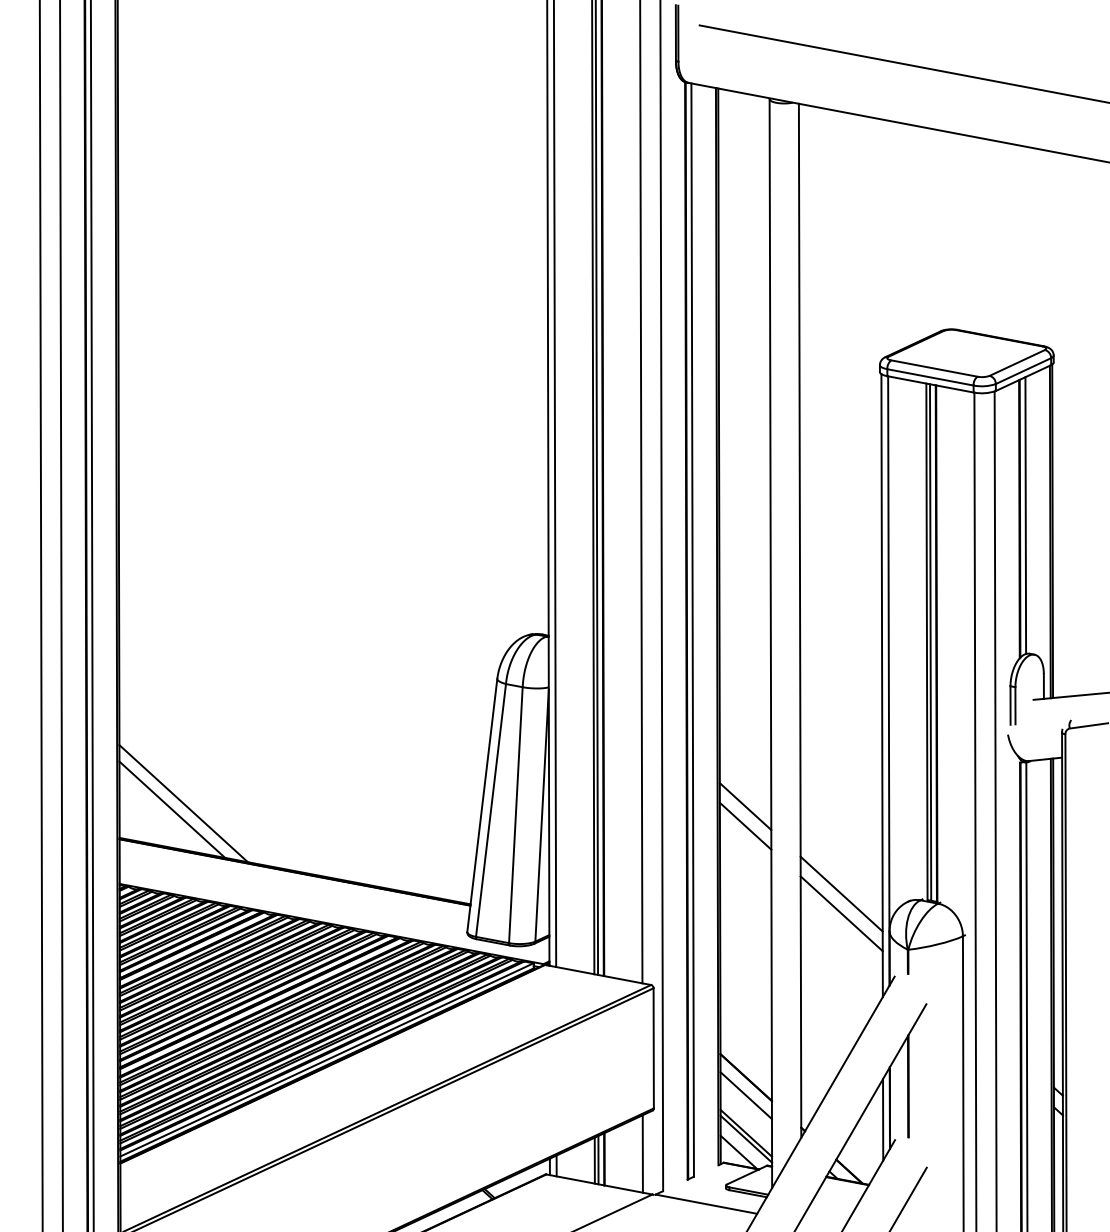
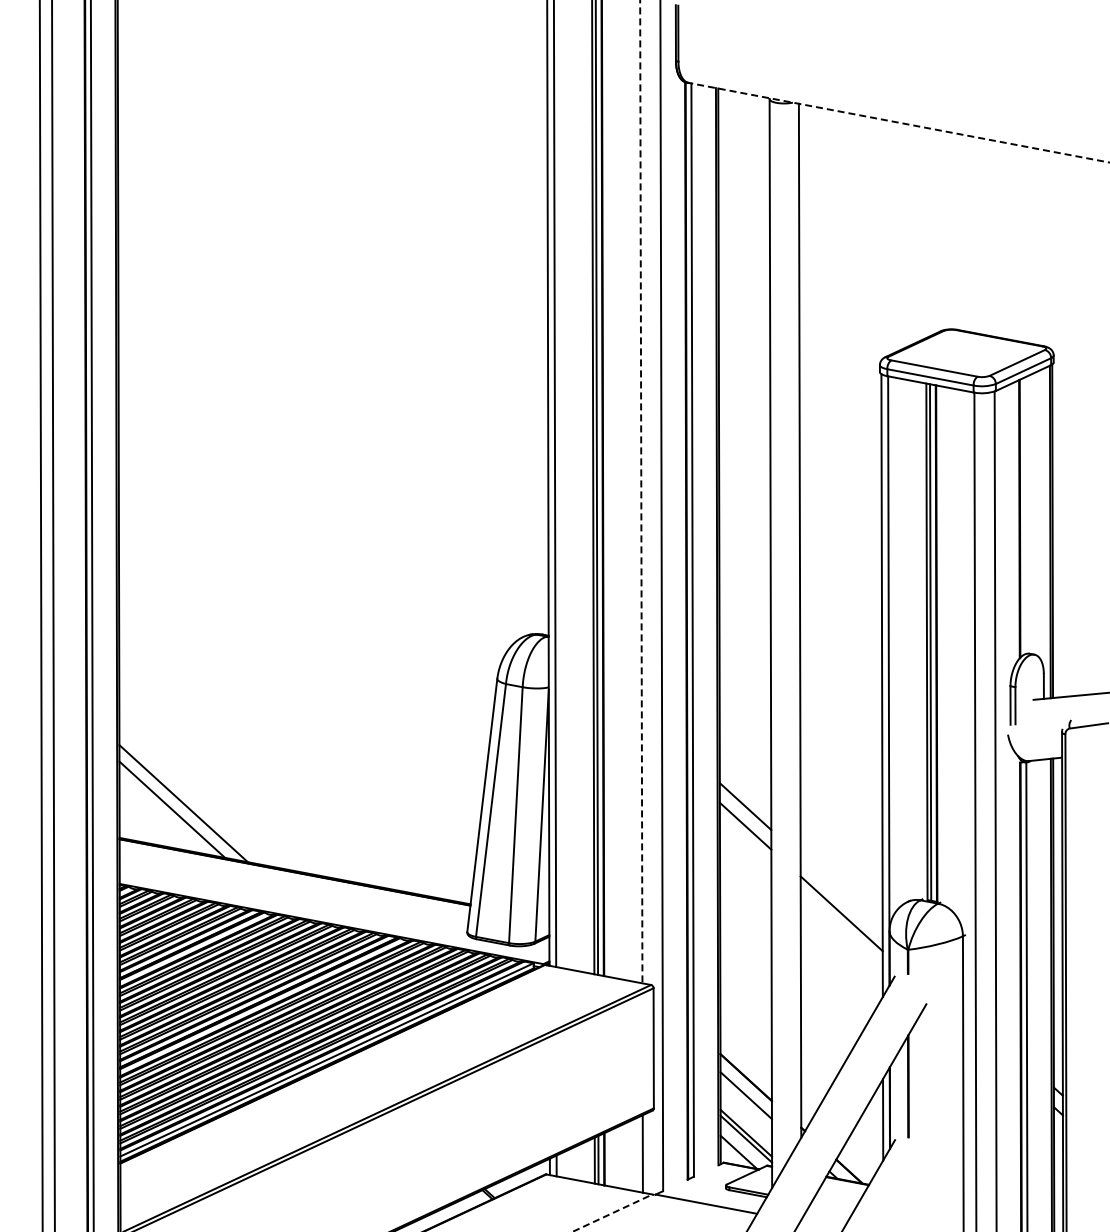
line at (902, 63): present -> none
line at (898, 122): solid -> dashed
line at (641, 492): solid -> dashed
line at (1025, 515): present -> none
line at (61, 615) position: (61, 615) -> (53, 615)
line at (841, 893): present -> none
line at (908, 1197): present -> none
line at (612, 1213): solid -> dashed
